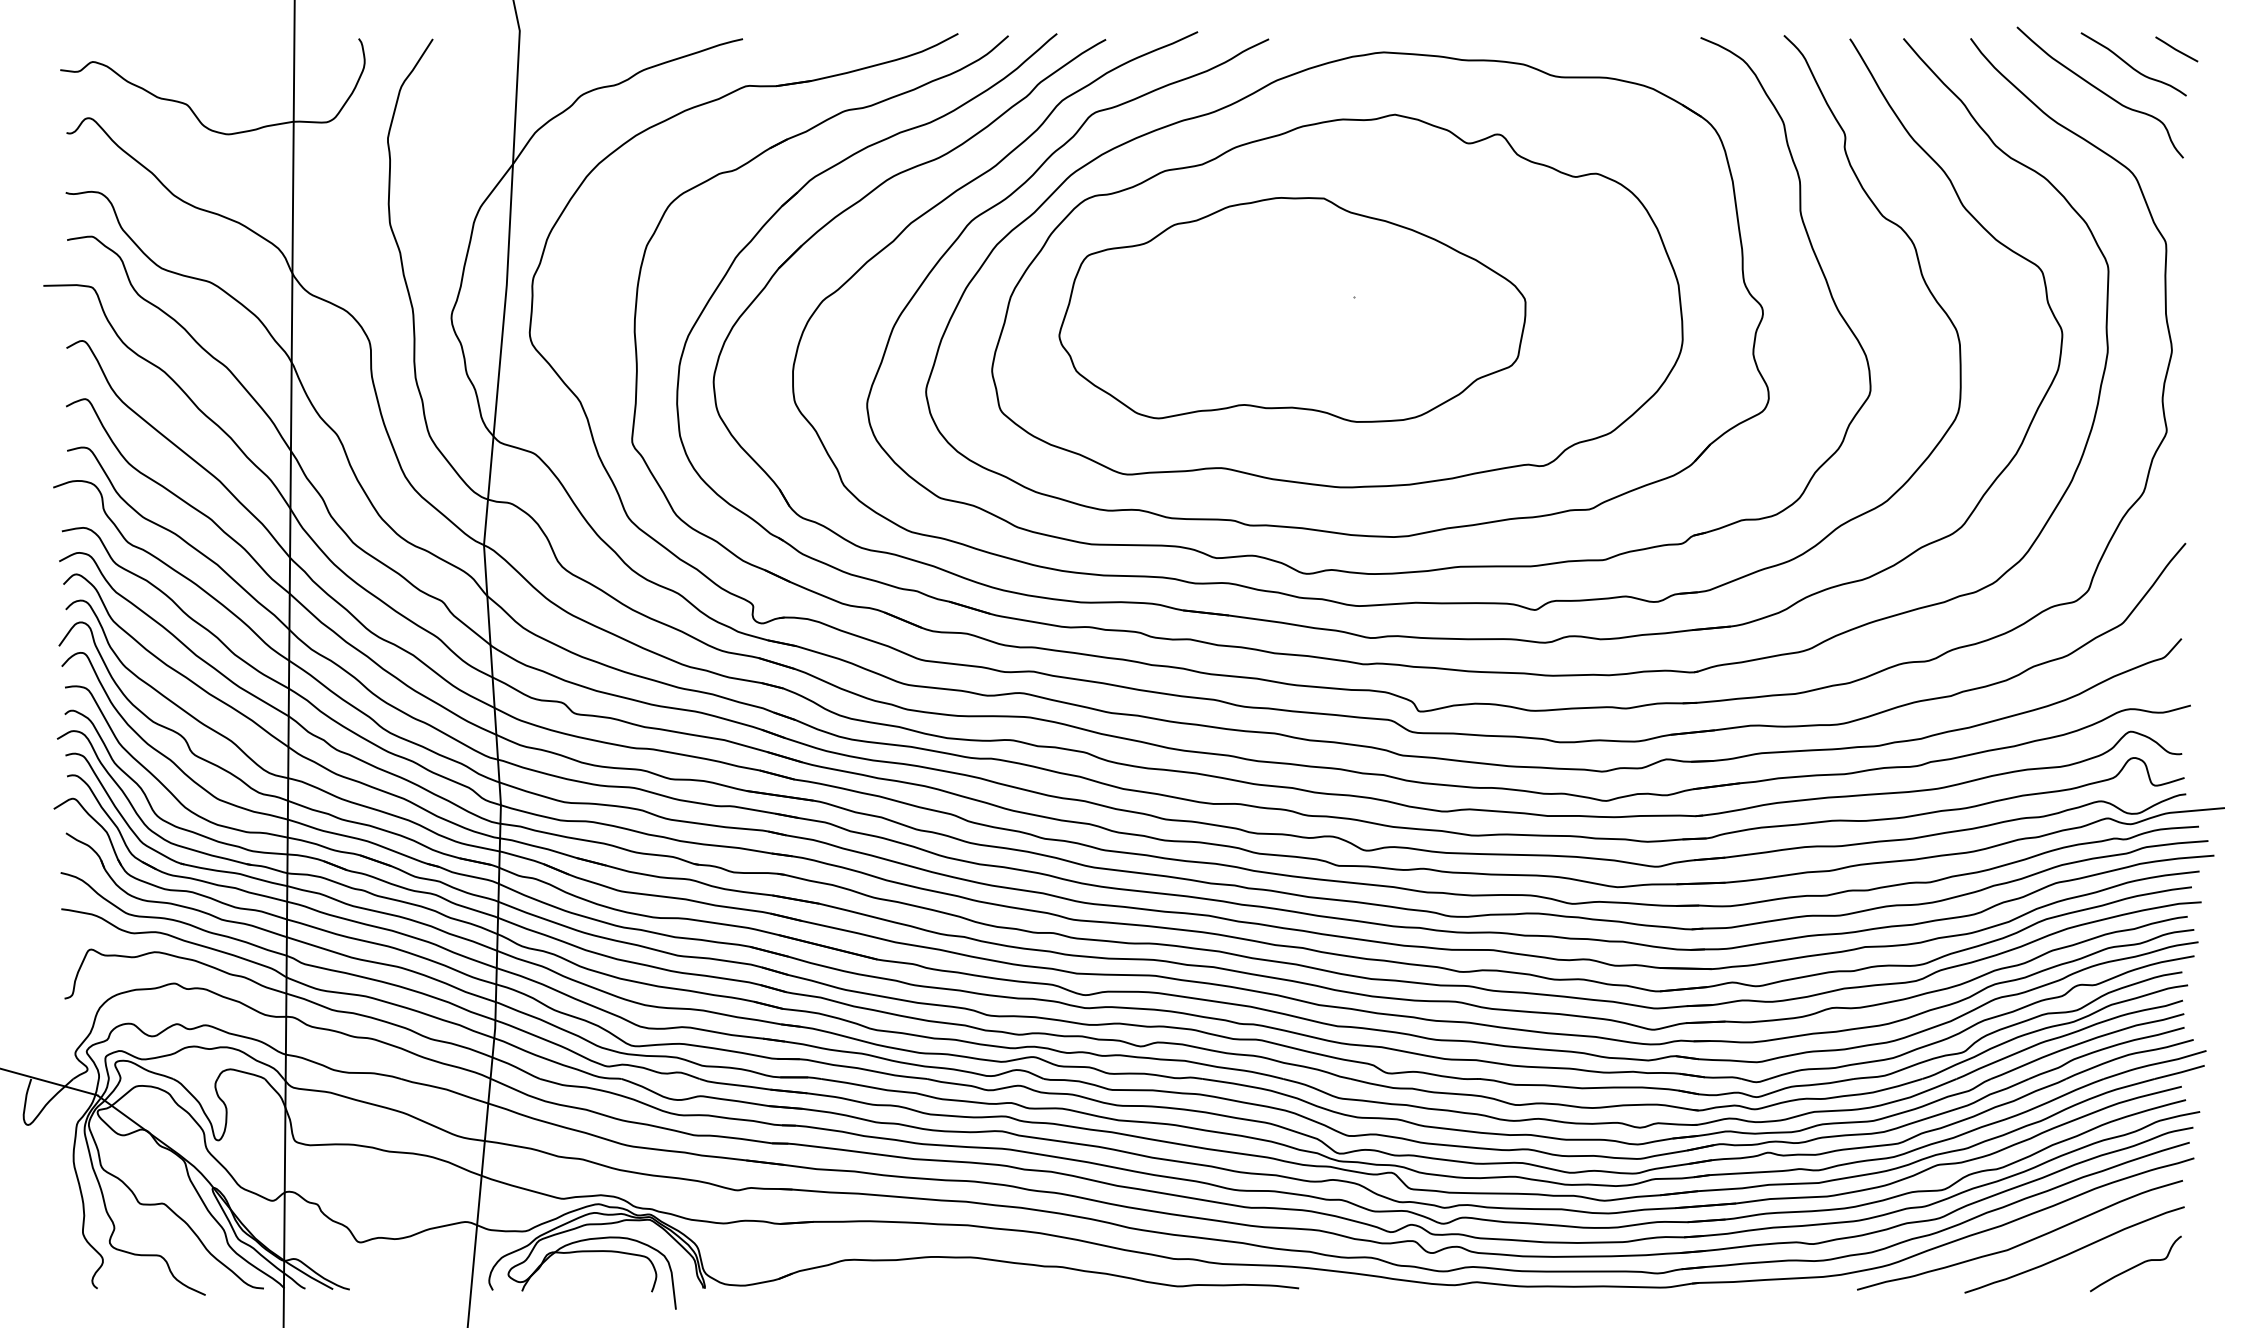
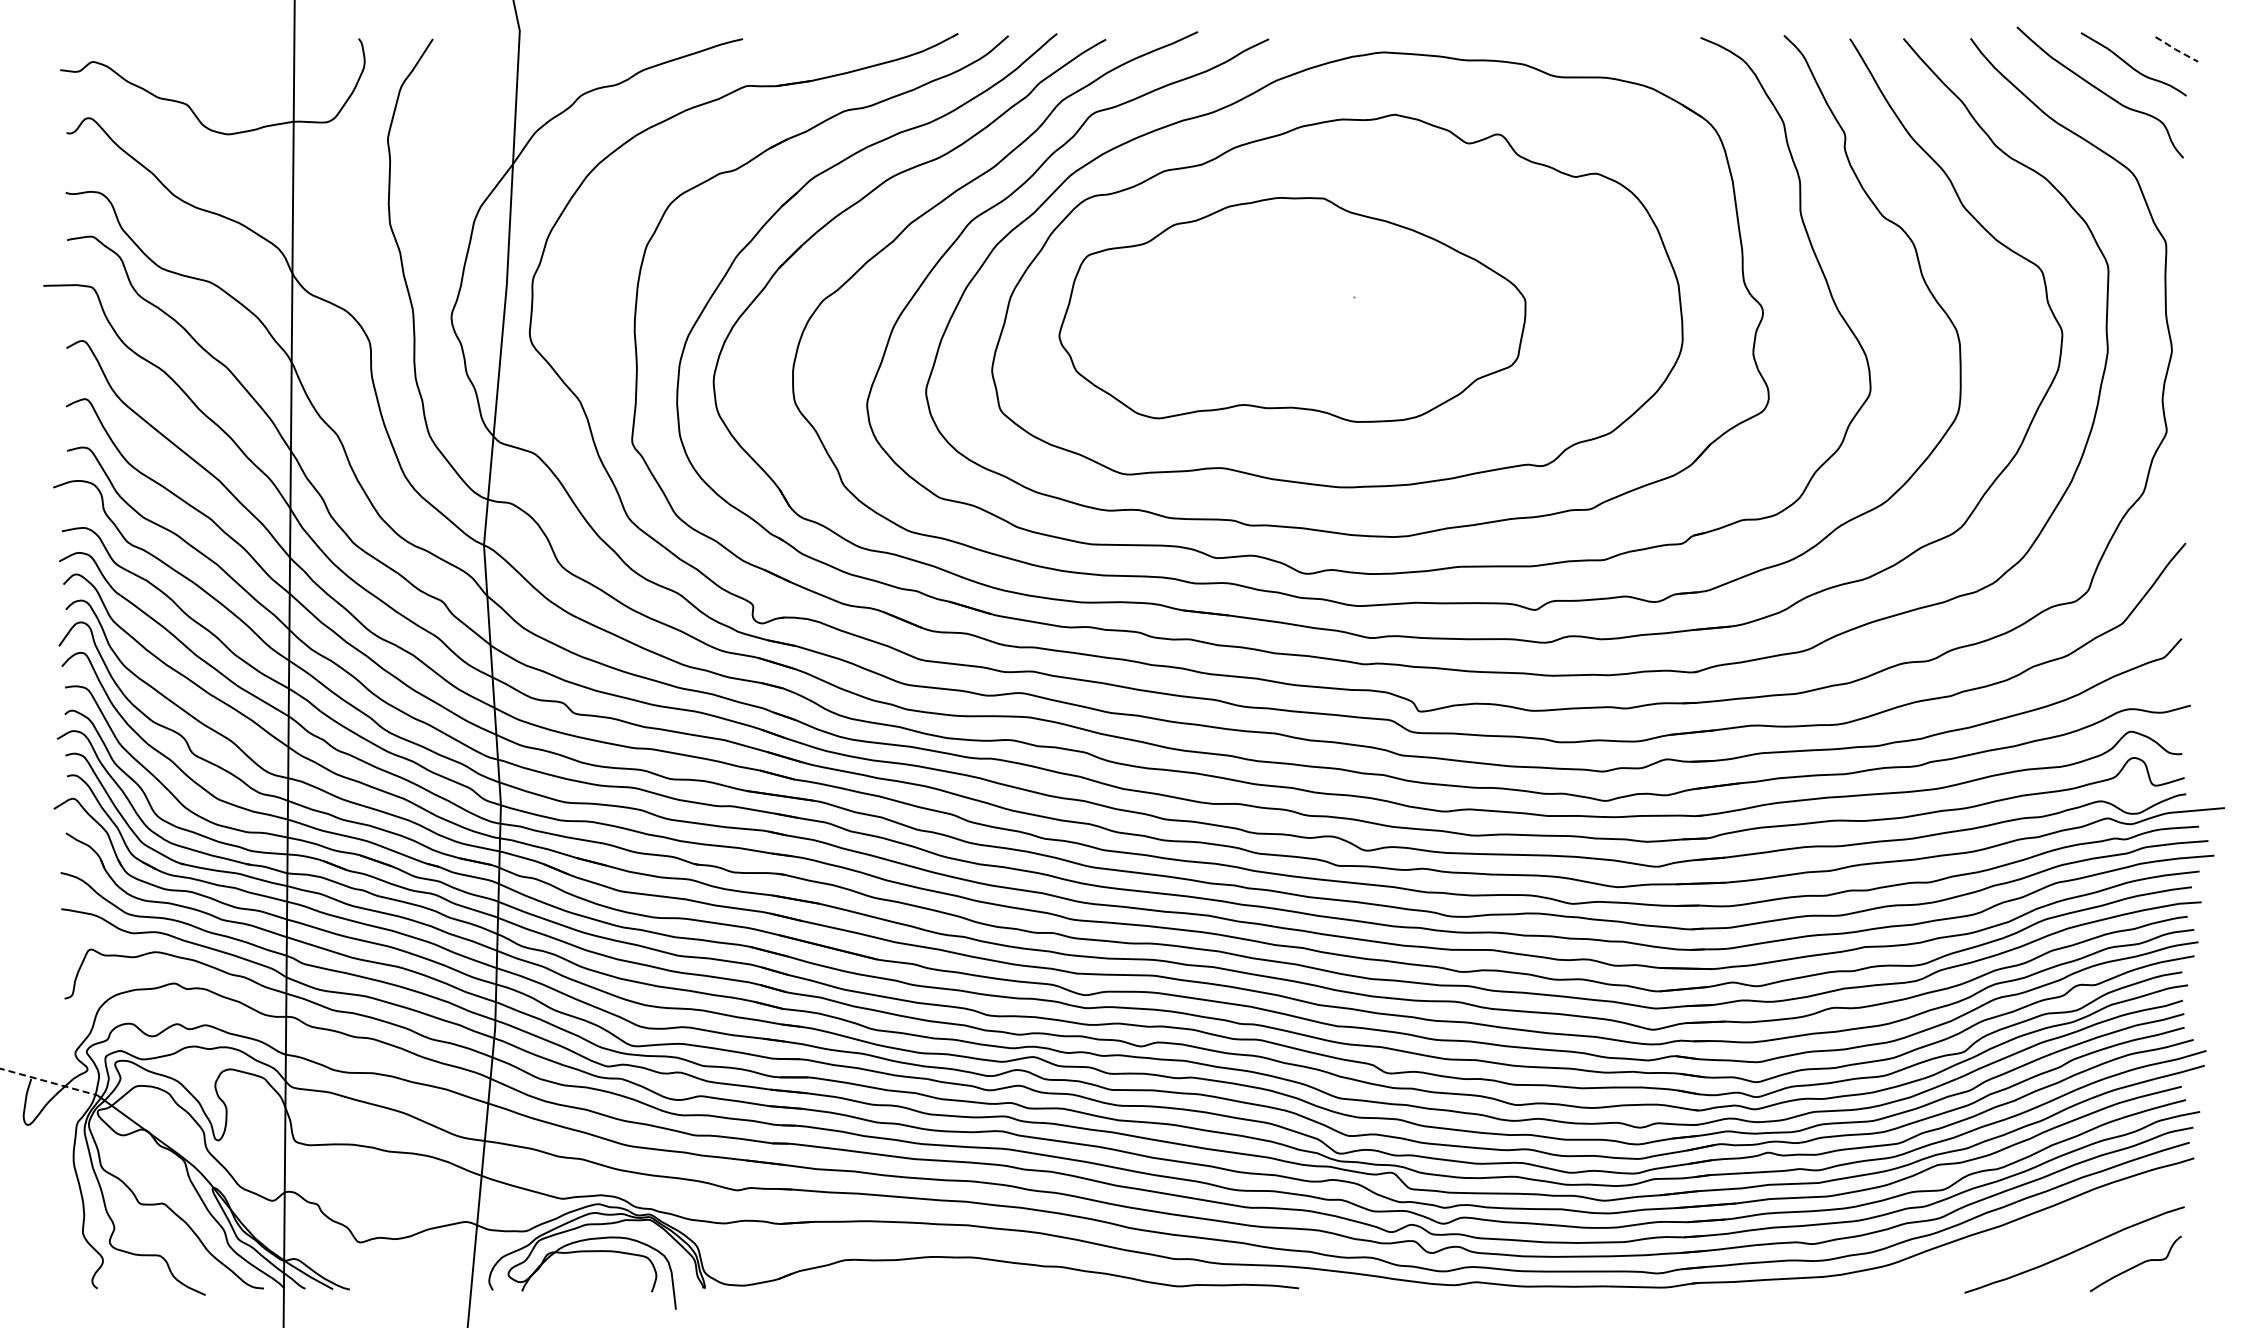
line at (2175, 49): solid -> dashed
line at (49, 1082): solid -> dashed
curve at (2022, 1242): present -> none
